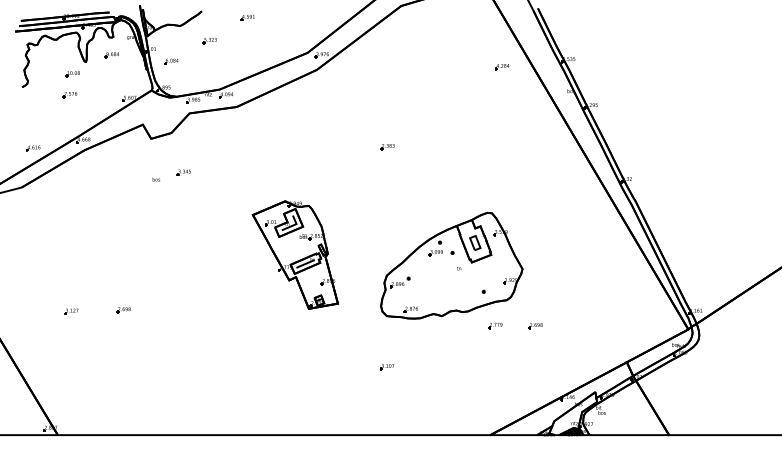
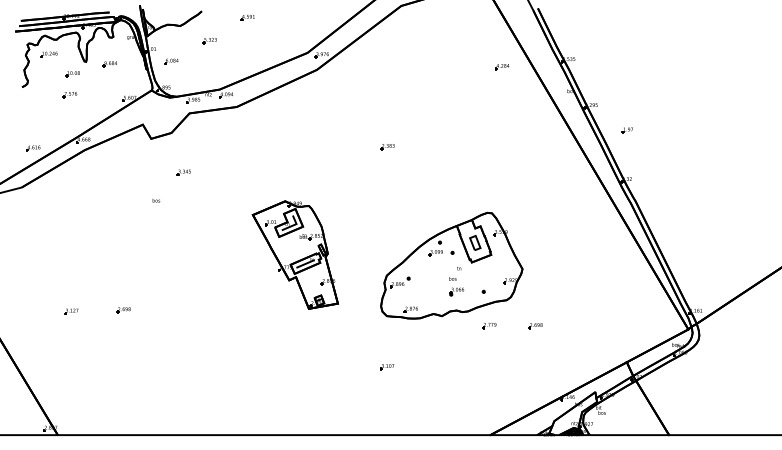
part at (48, 54): none -> present
part at (111, 55) position: (111, 55) -> (109, 64)
part at (626, 130): none -> present
text at (156, 179) position: (156, 179) -> (156, 200)
part at (456, 286): none -> present
part at (495, 326) position: (495, 326) -> (489, 326)
